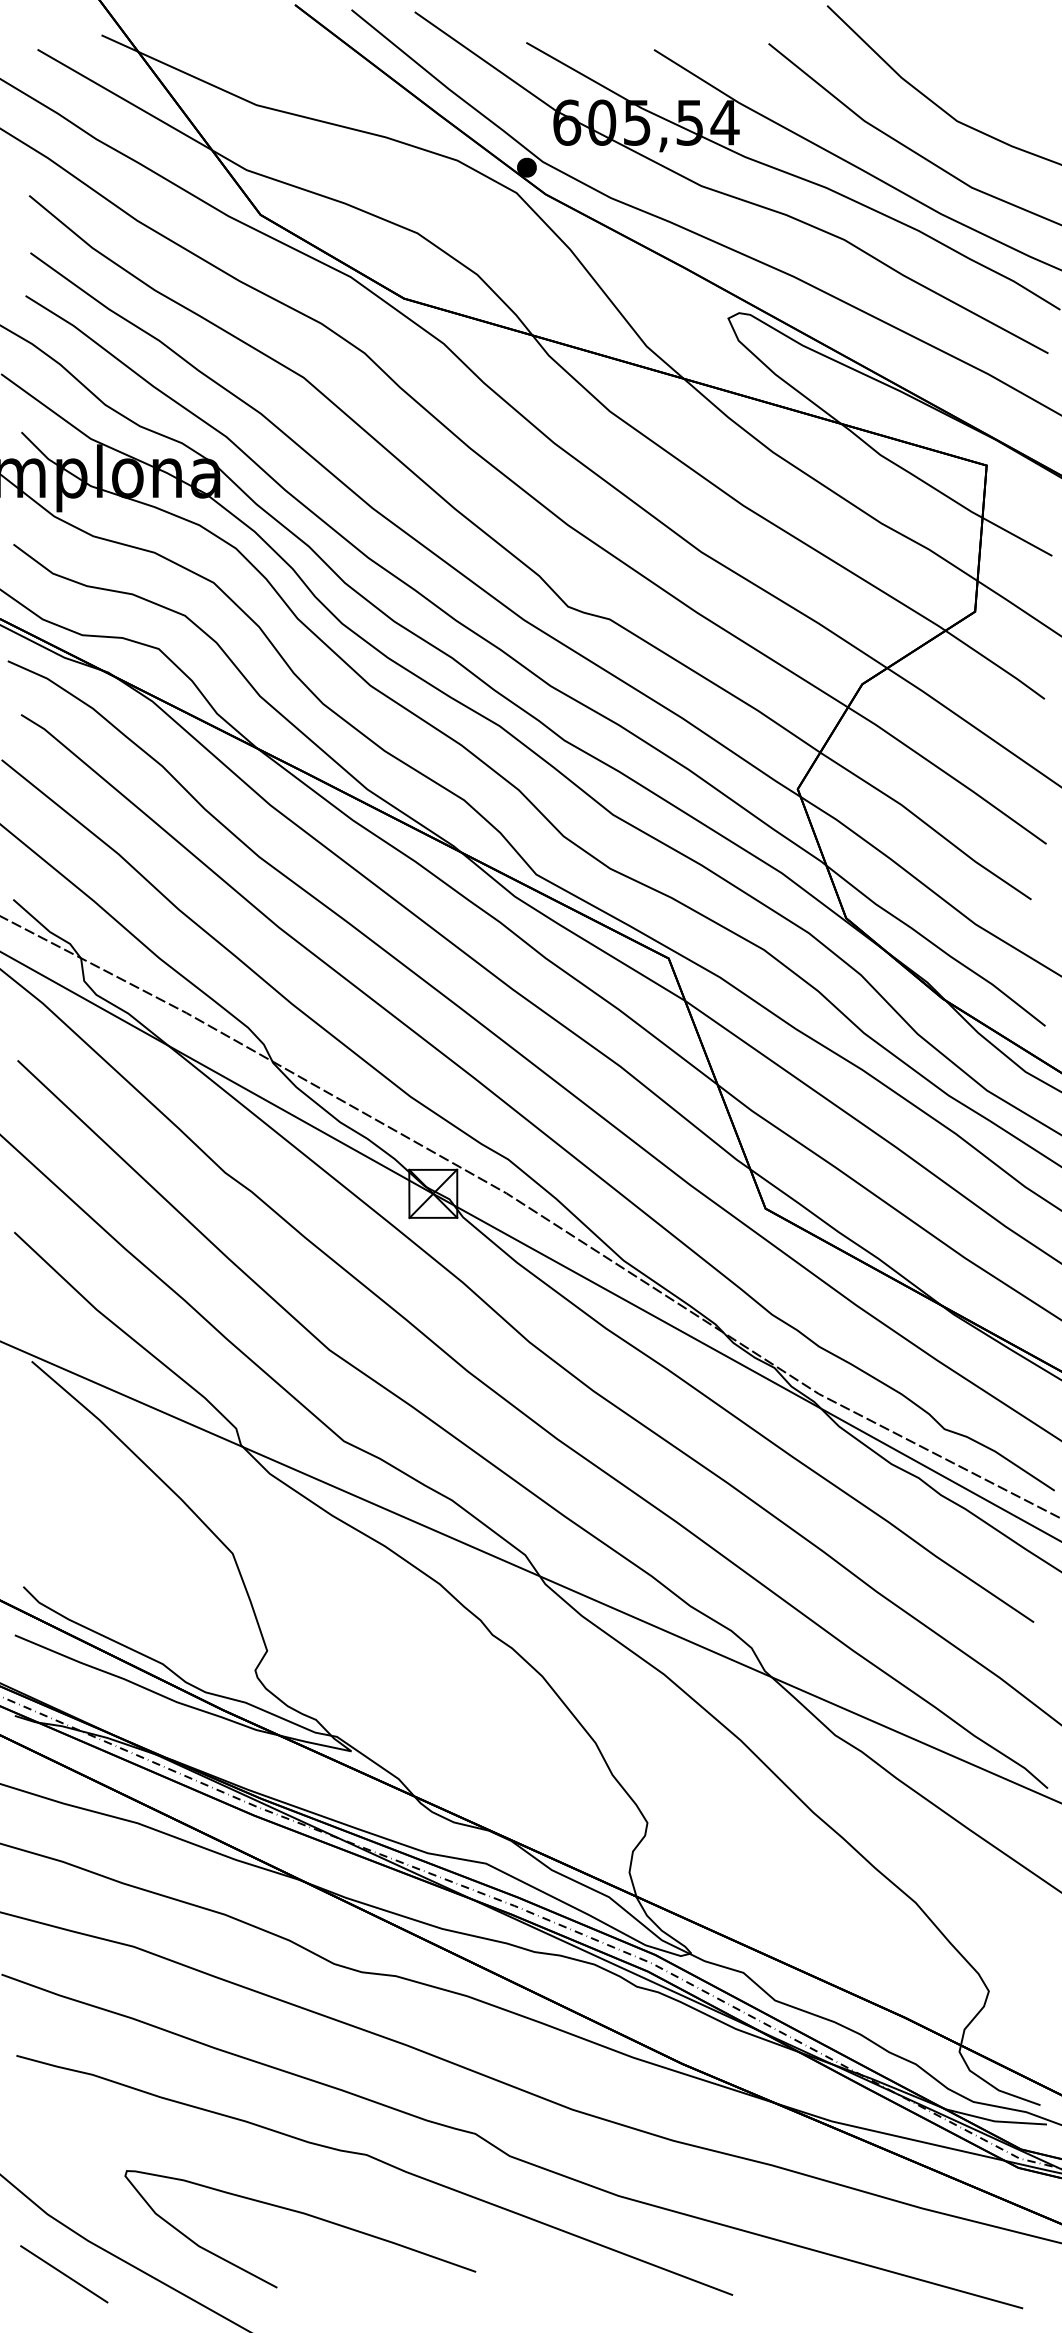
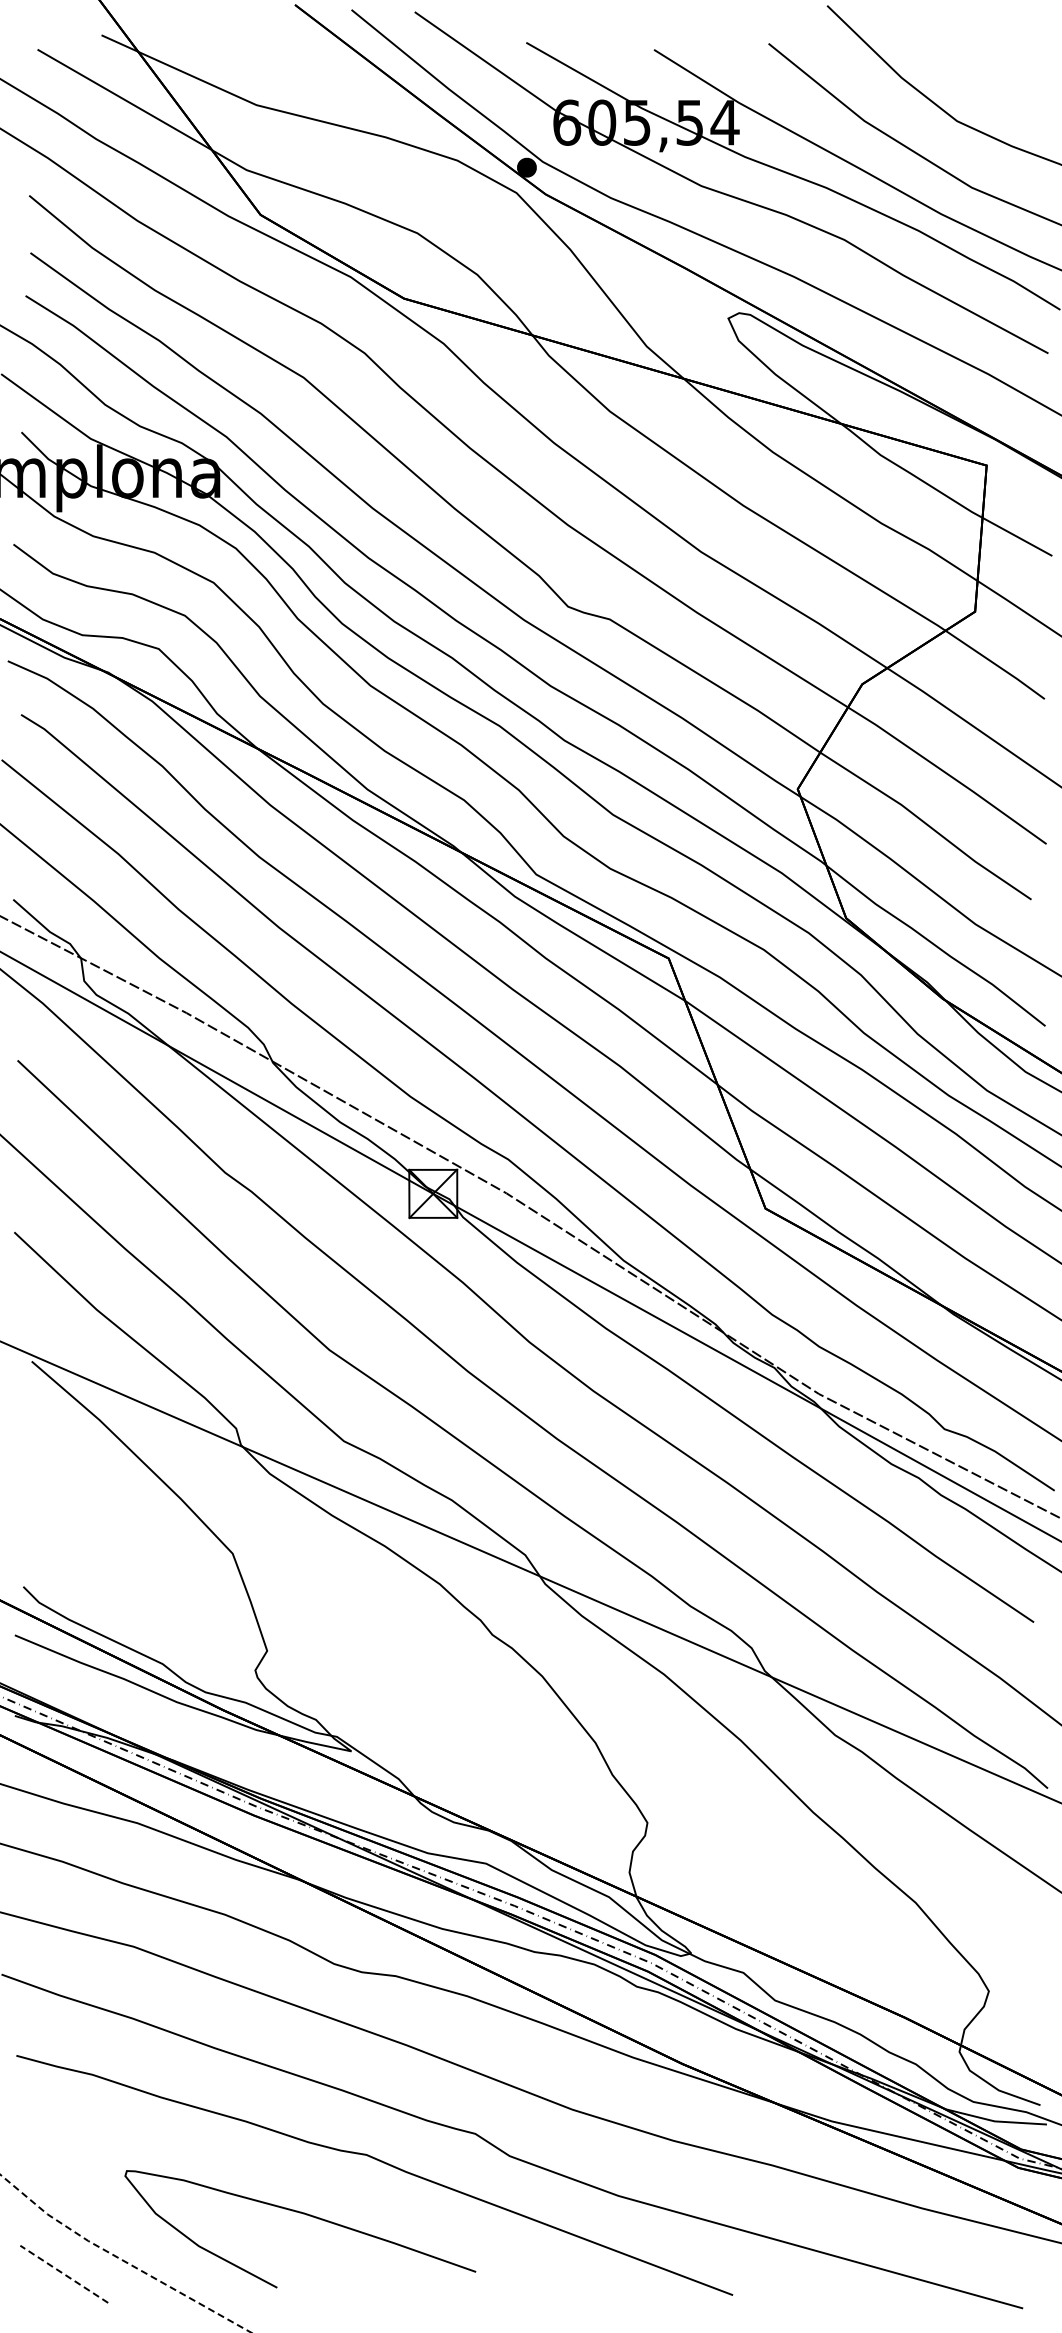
line at (120, 2259): solid -> dashed
line at (63, 2274): solid -> dashed
